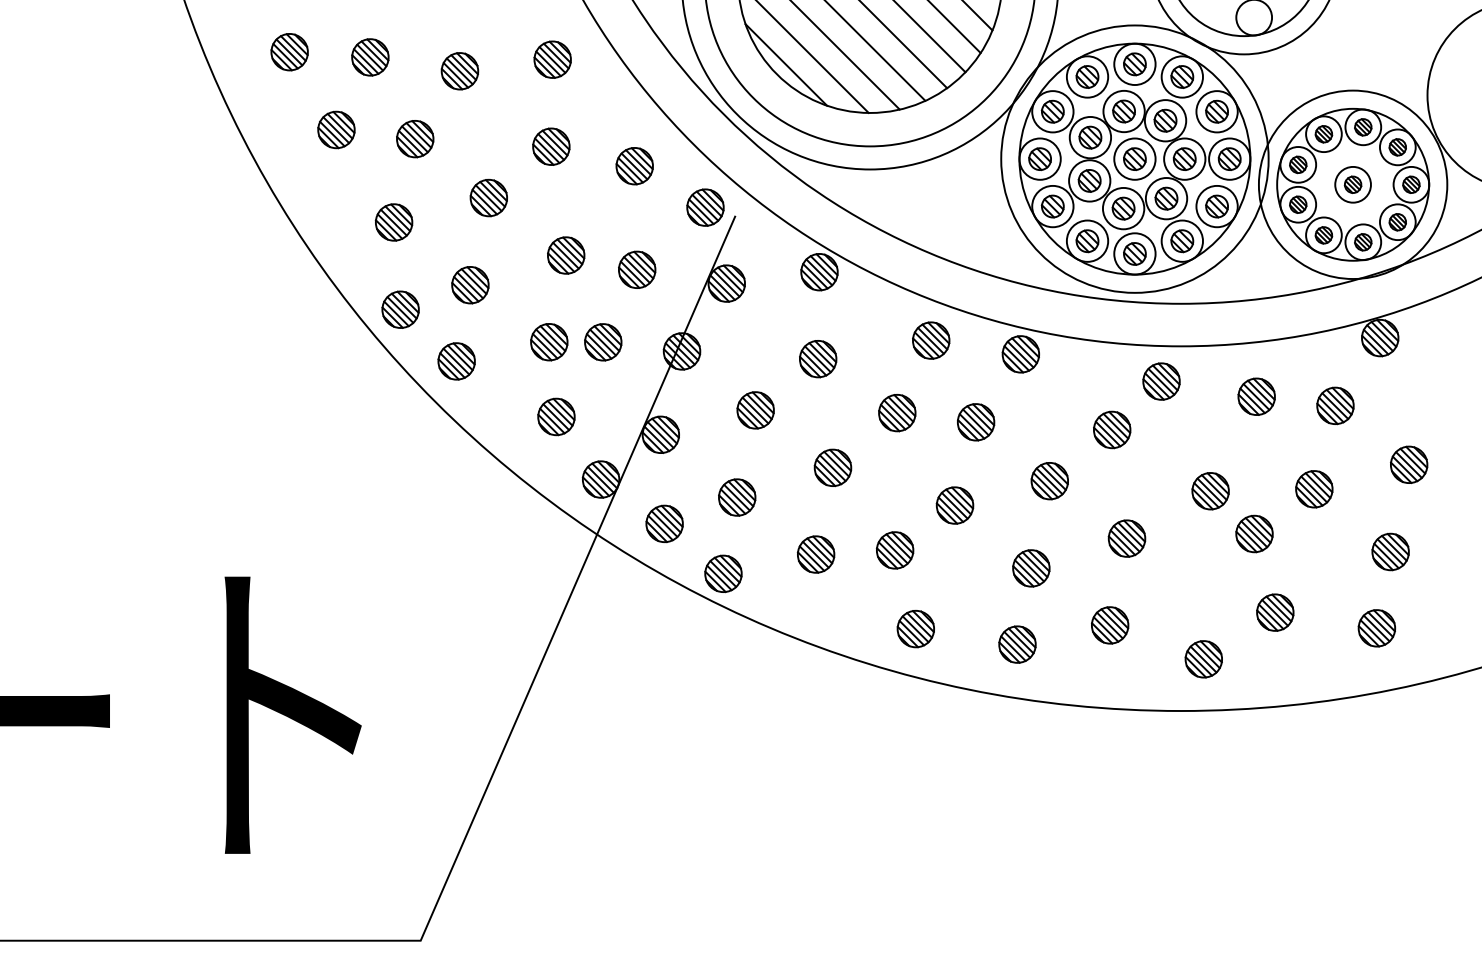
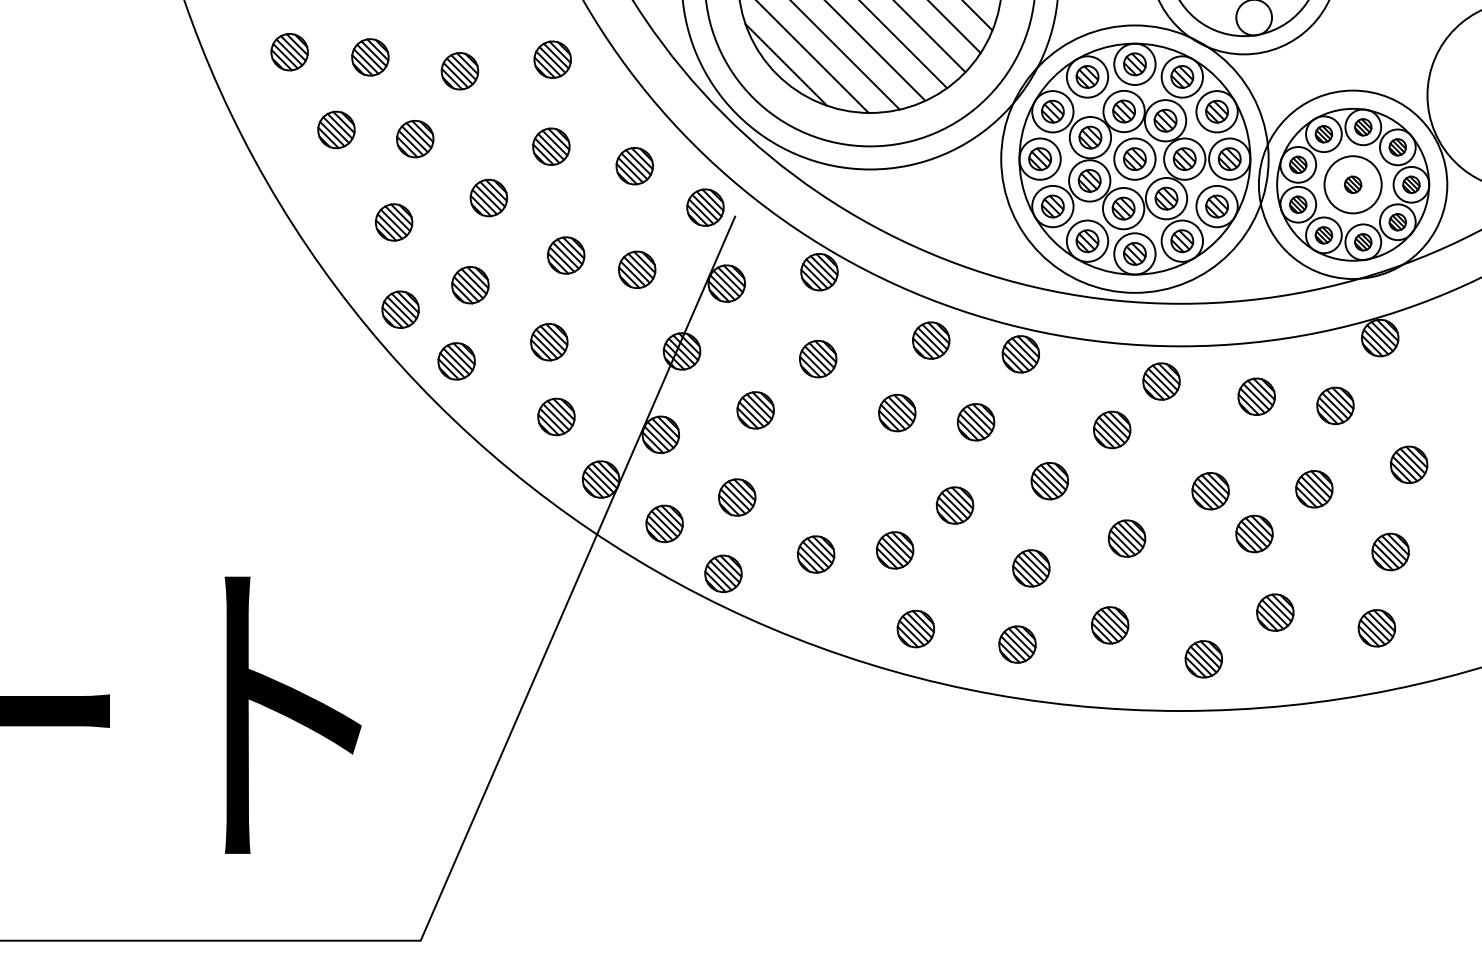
circle at (1352, 184) diameter: 36 px -> 57 px
part at (603, 342): present -> none
part at (832, 467): present -> none
